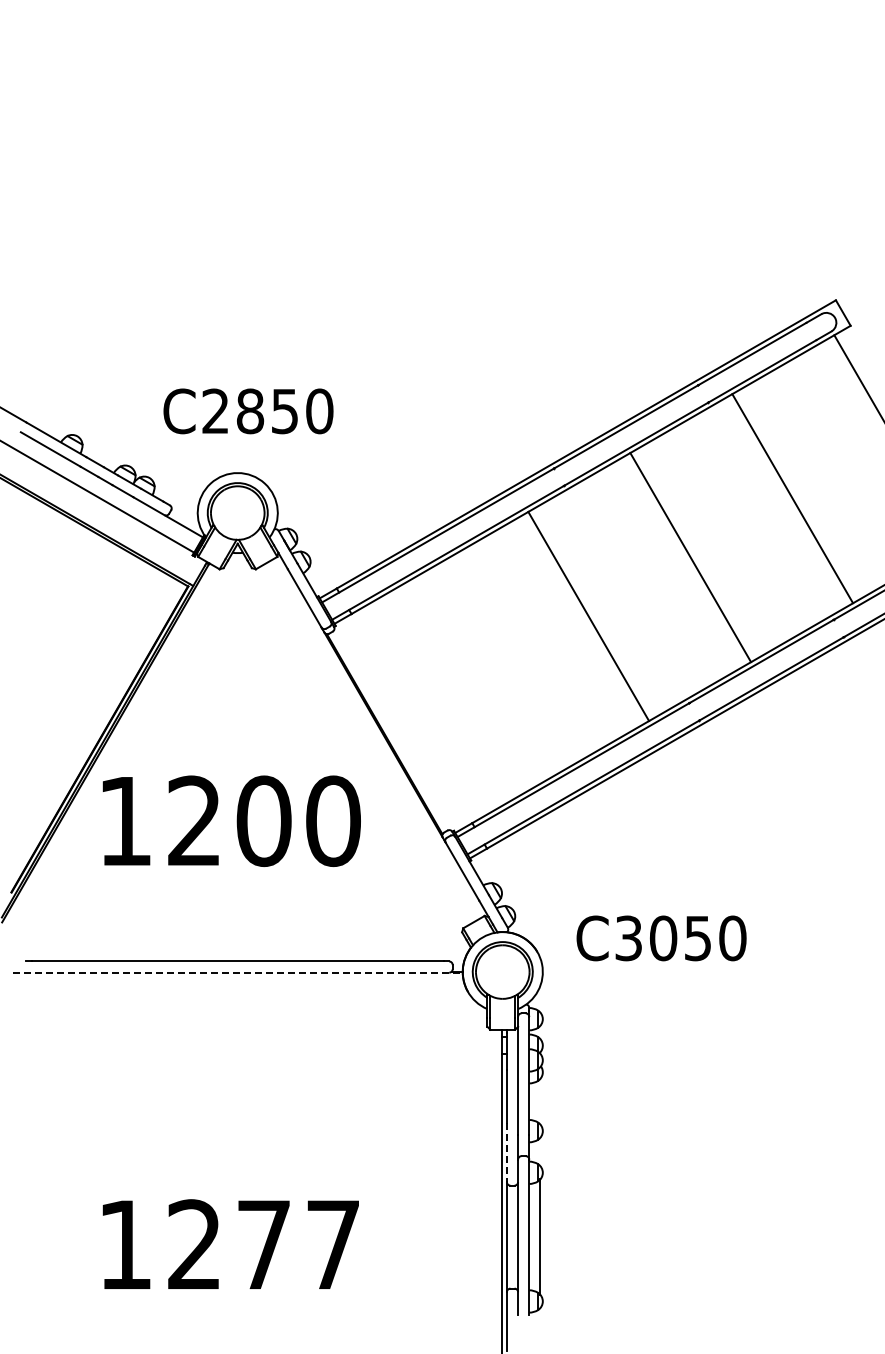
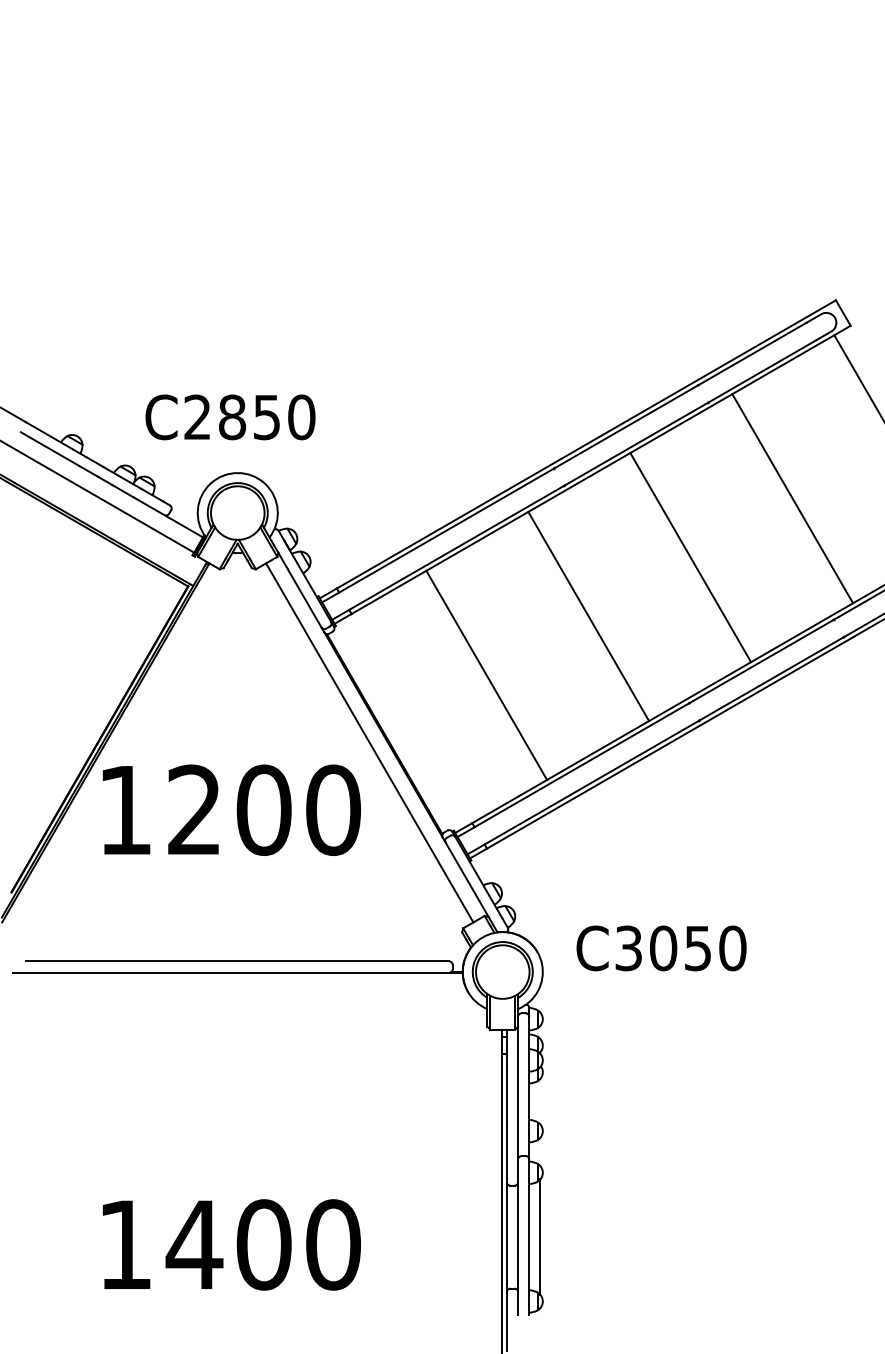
text at (248, 411) position: (248, 411) -> (230, 417)
line at (486, 674): none -> present
line at (369, 742): none -> present
text at (231, 820) position: (231, 820) -> (231, 809)
text at (661, 938) position: (661, 938) -> (661, 948)
line at (237, 972): dashed -> solid
line at (506, 1152): dashed -> solid
text at (262, 1244): 1277 -> 1400
